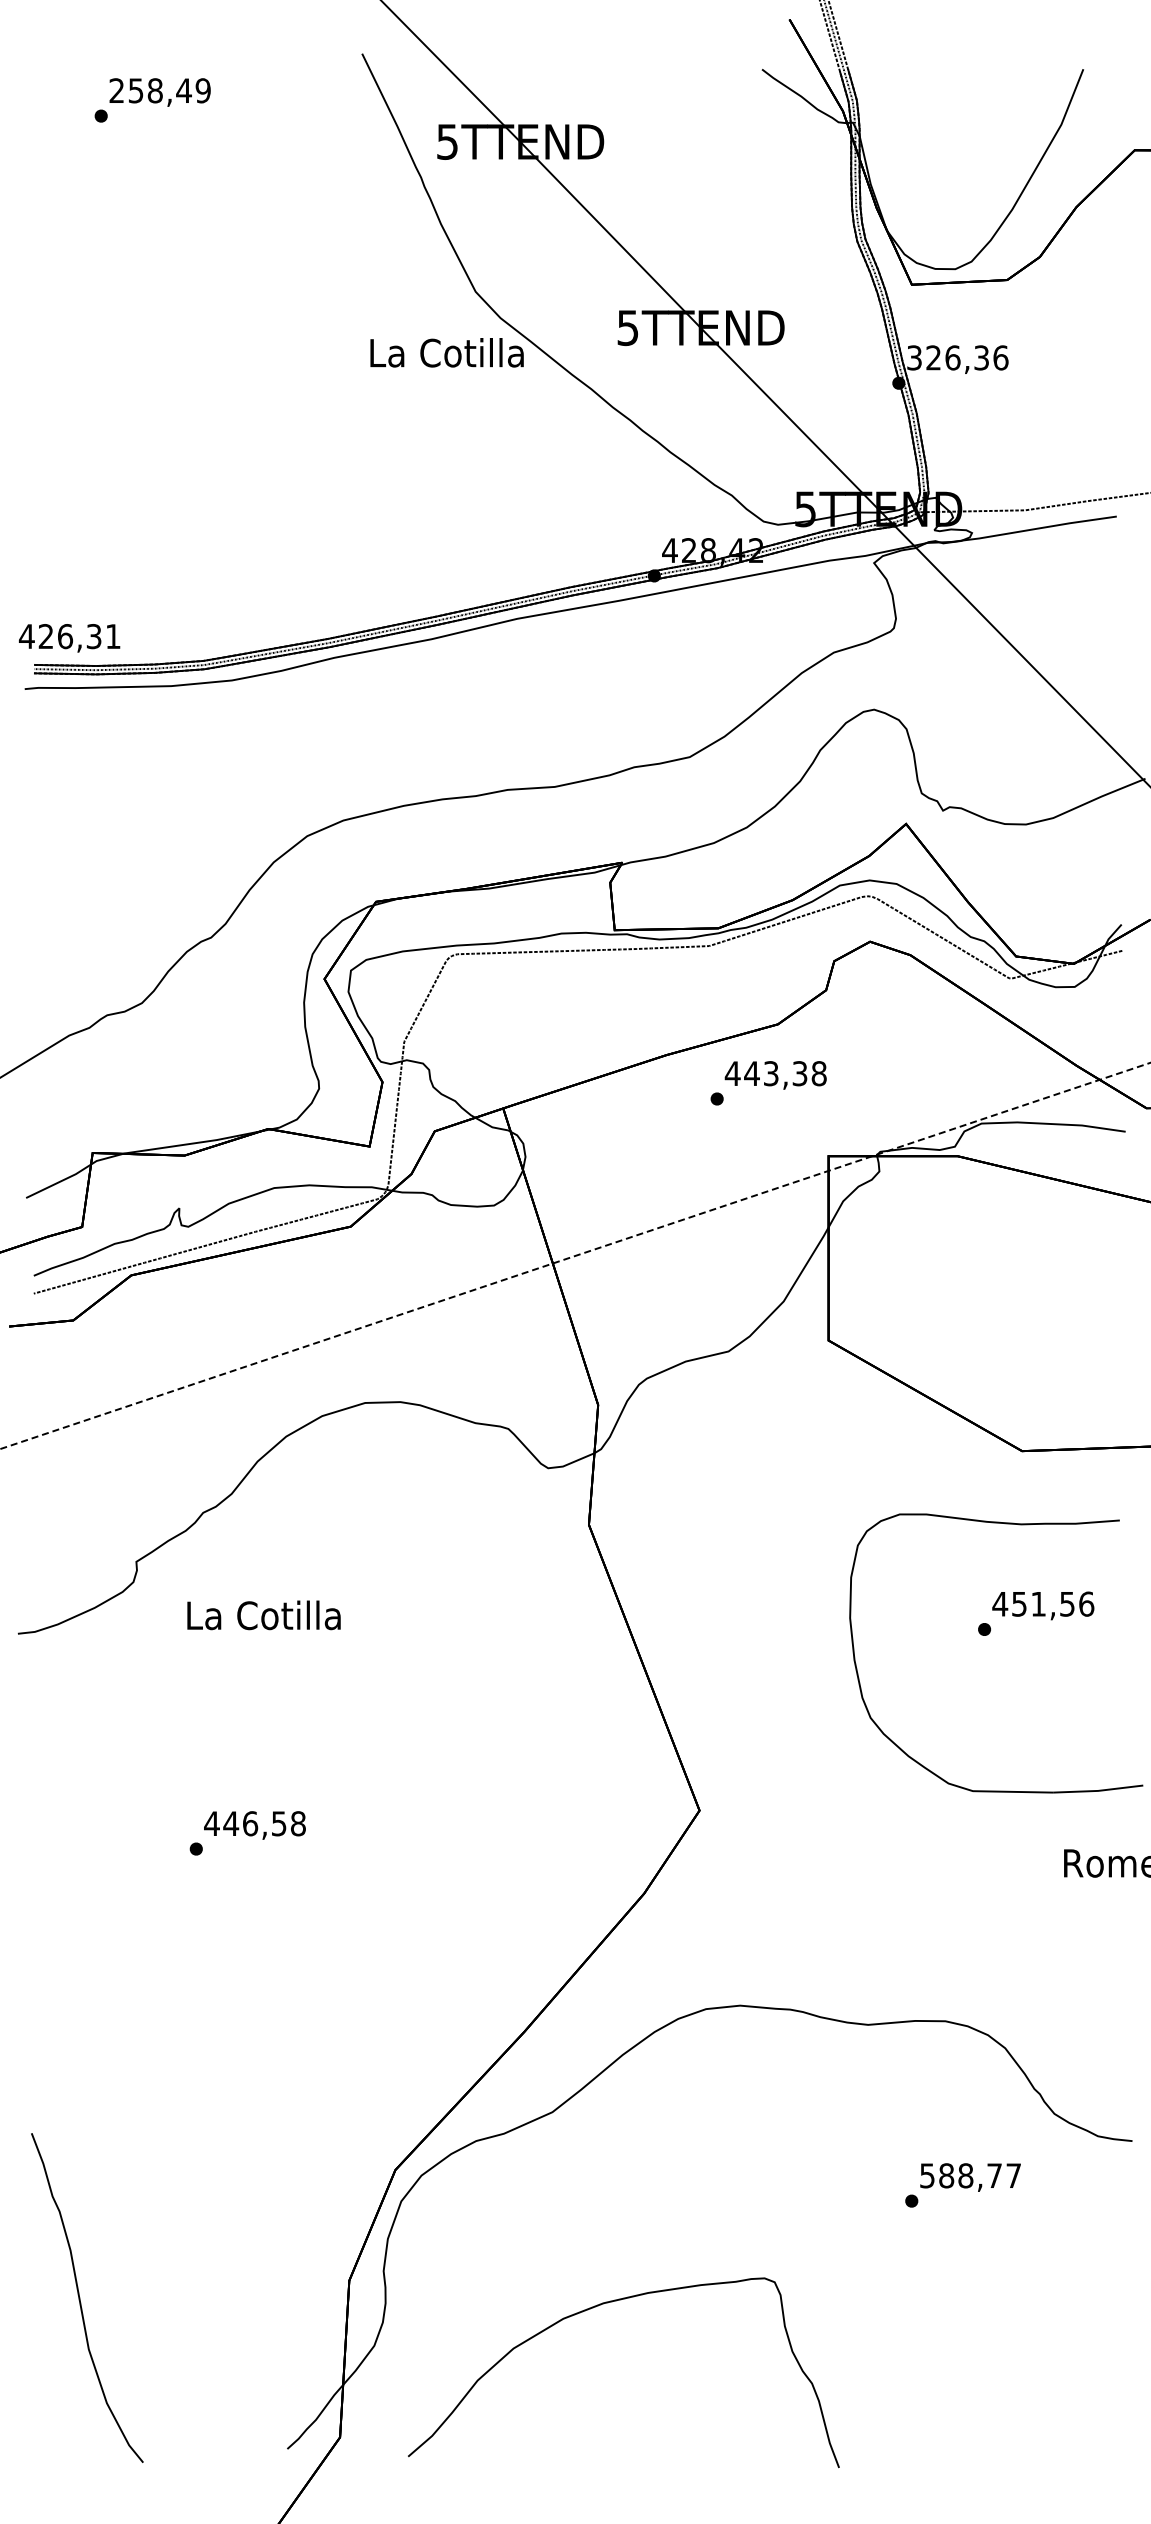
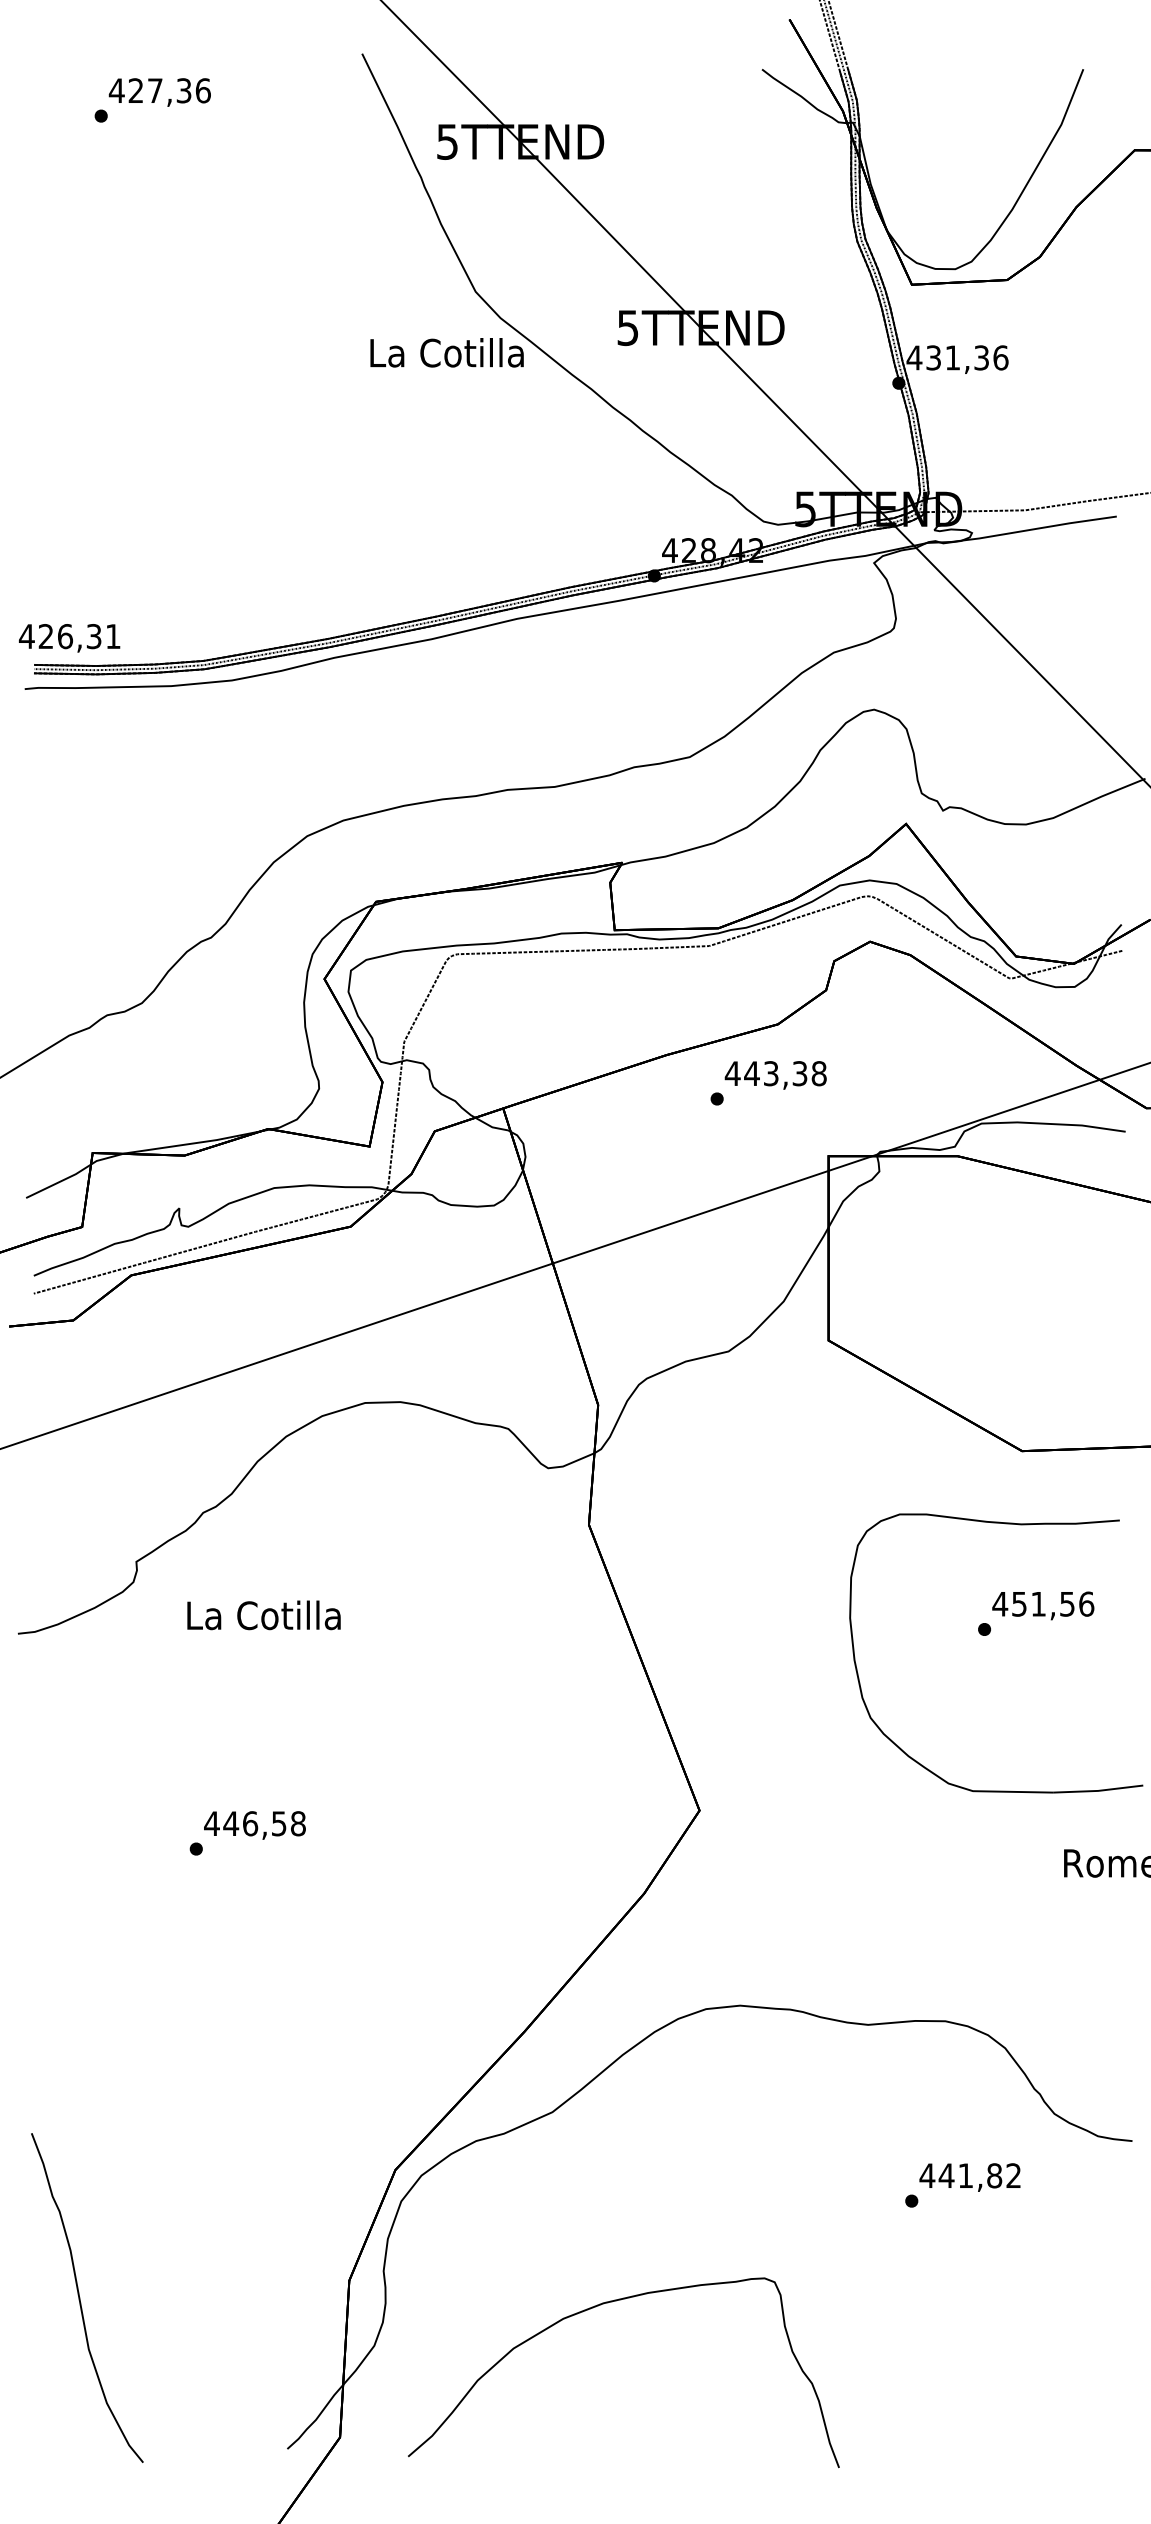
text at (159, 90): 258,49 -> 427,36
text at (933, 357): 326,36 -> 431,36
line at (574, 1256): dashed -> solid
text at (969, 2175): 588,77 -> 441,82
